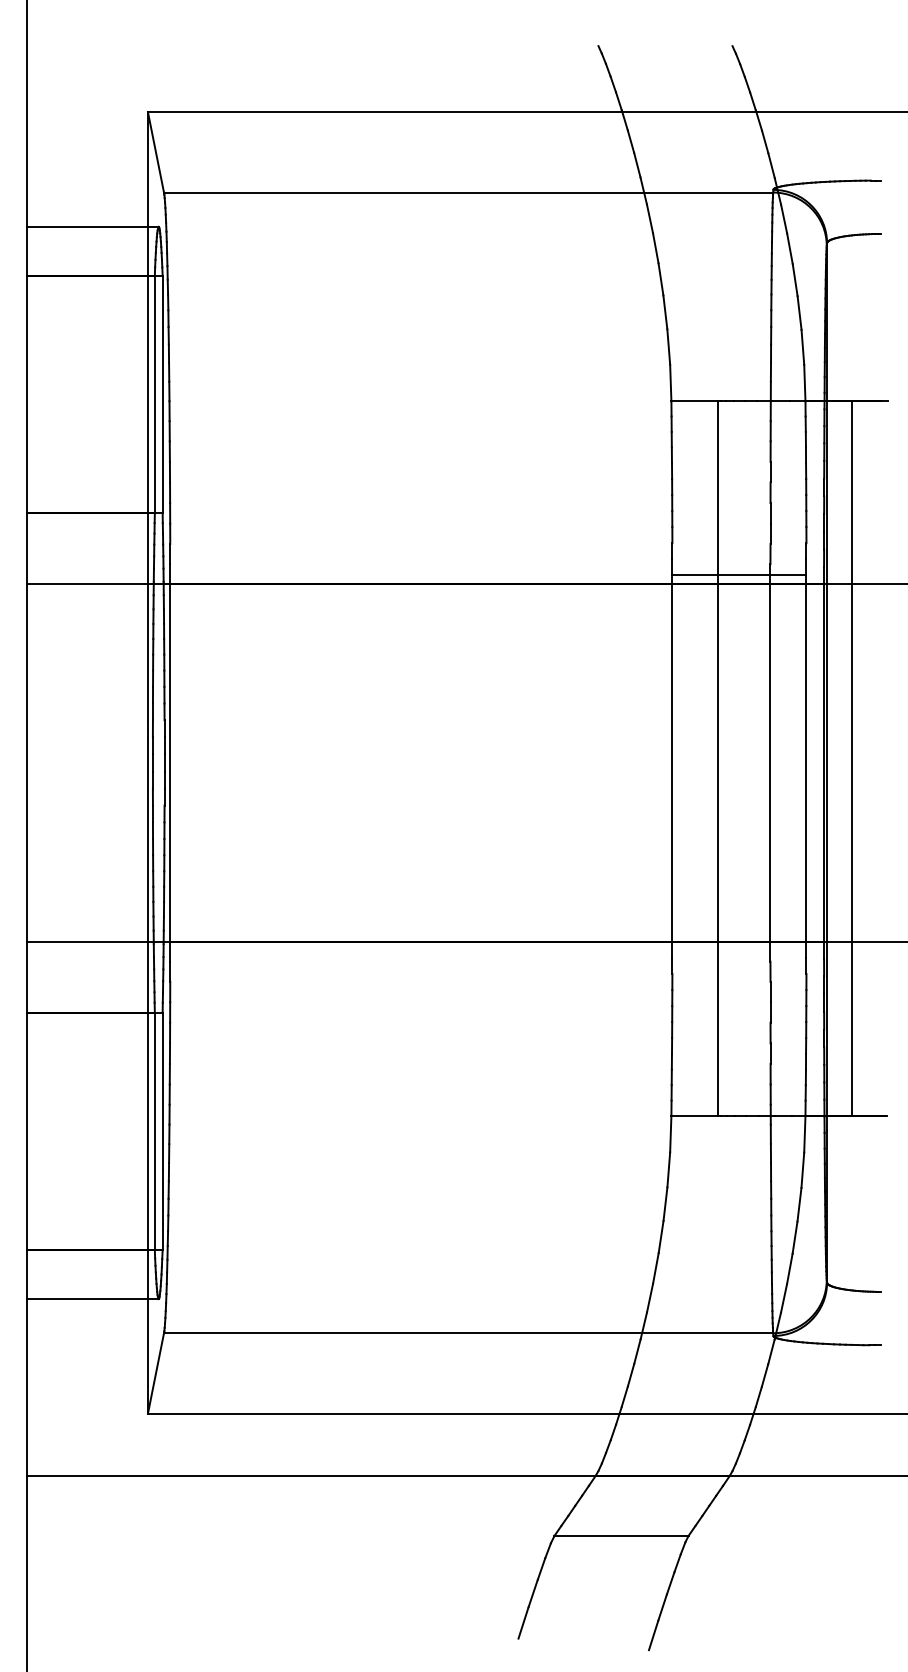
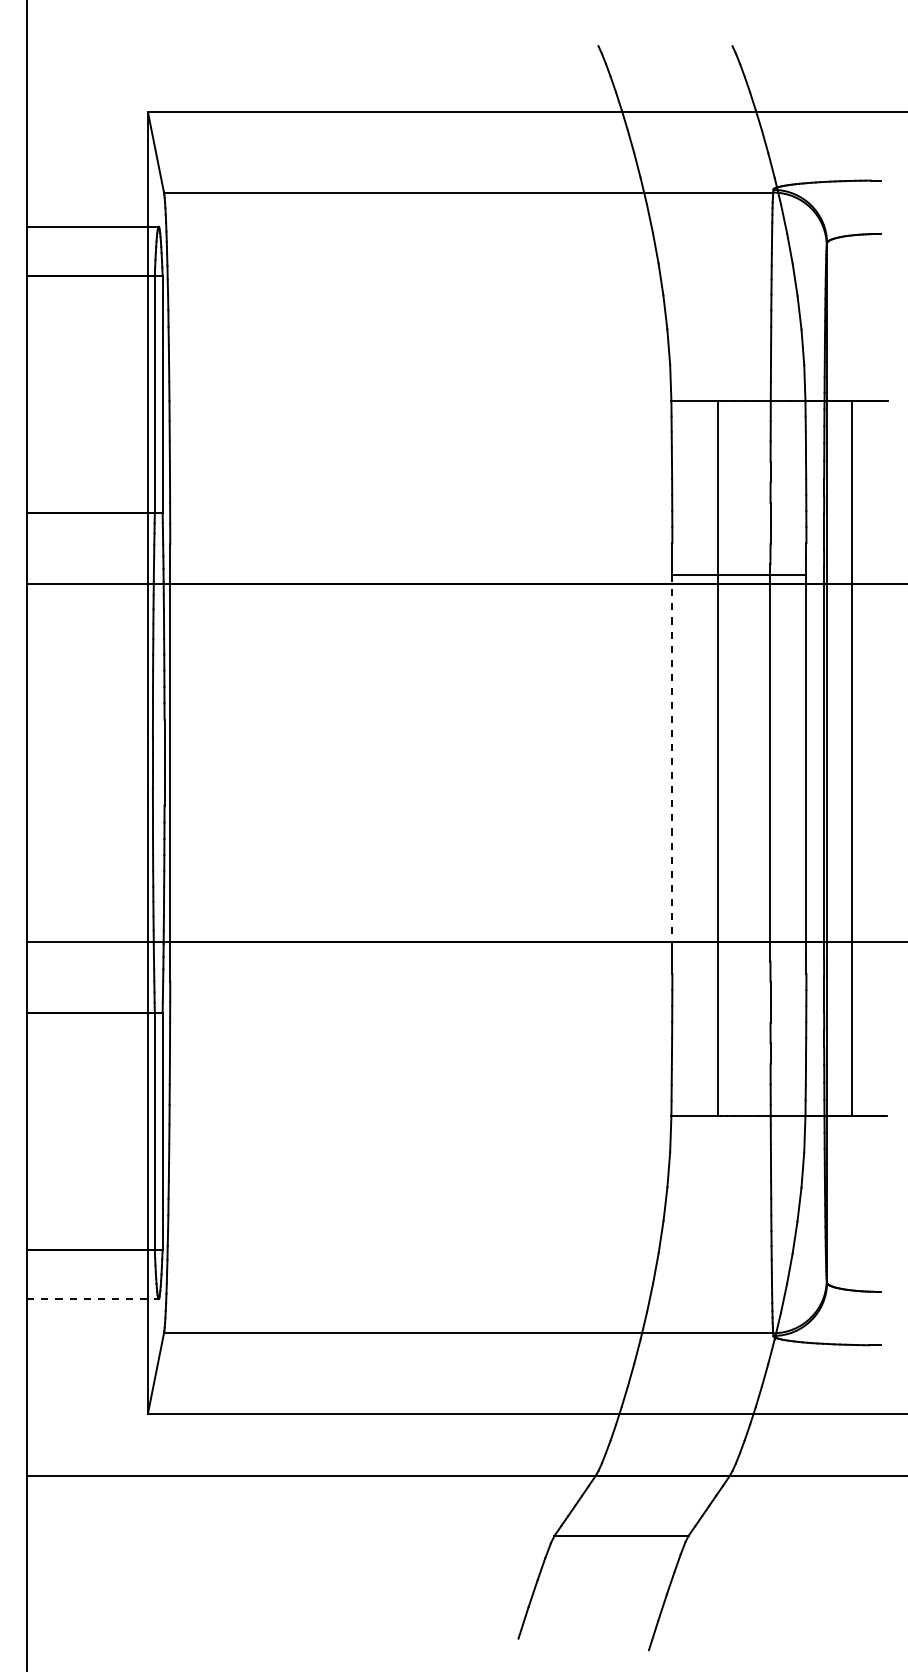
line at (672, 759): solid -> dashed
line at (93, 1298): solid -> dashed
